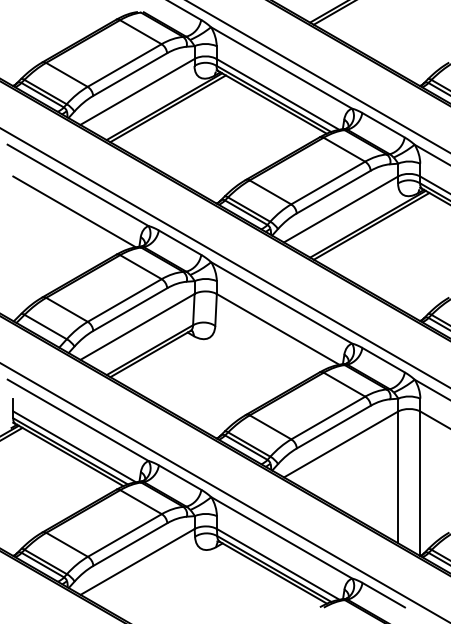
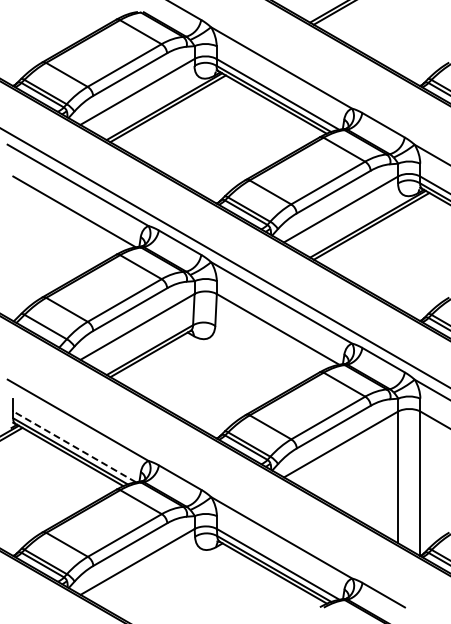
line at (318, 76): present -> none
line at (74, 446): solid -> dashed
line at (224, 492): present -> none
